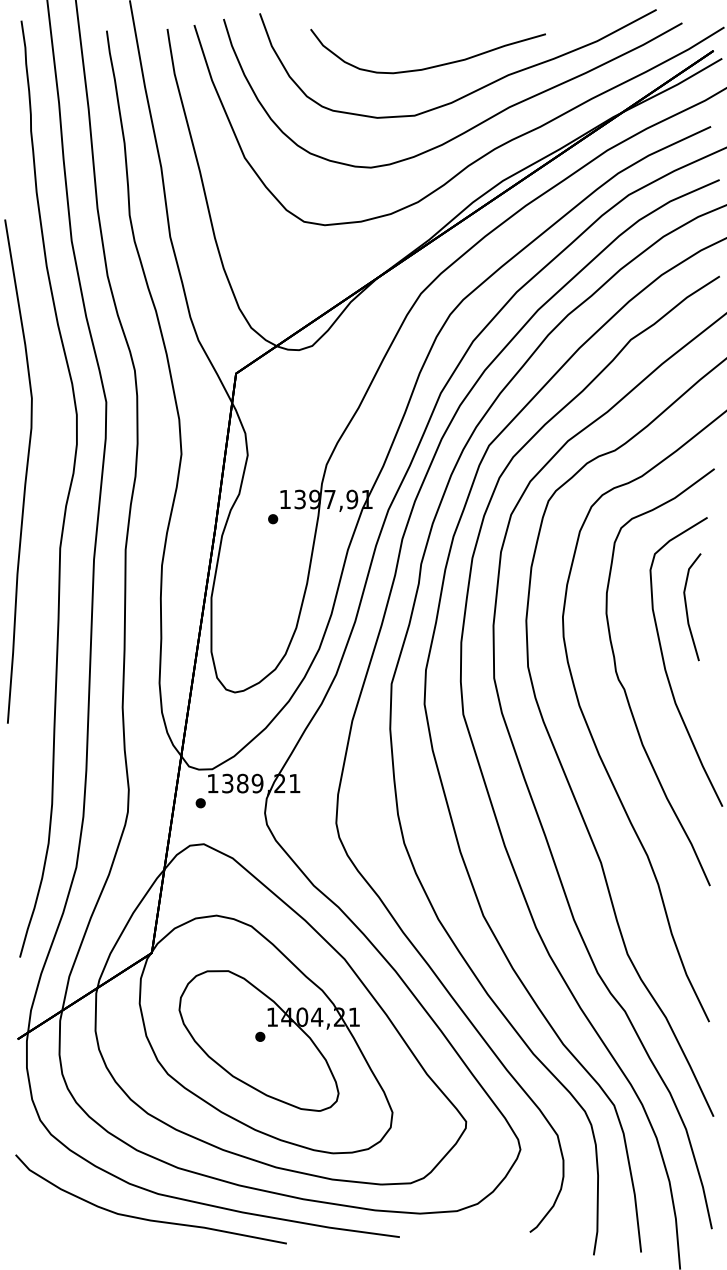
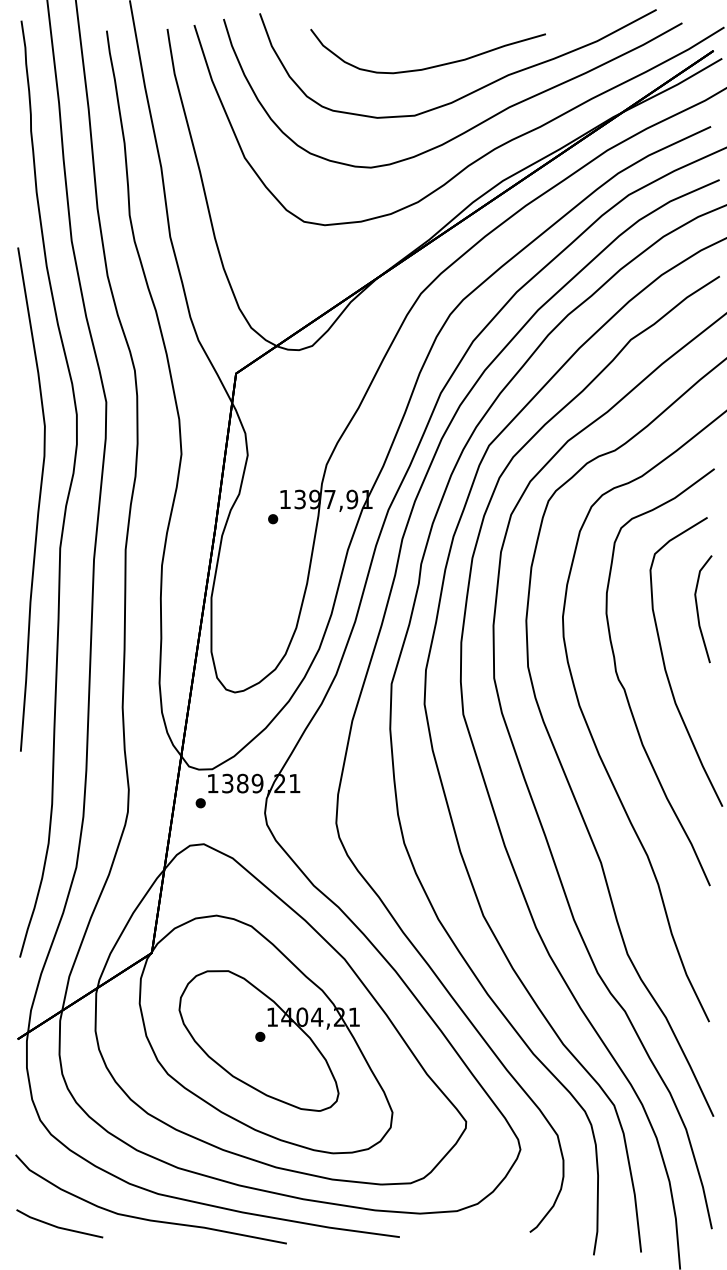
curve at (25, 471) position: (25, 471) -> (38, 499)
line at (687, 607) position: (687, 607) -> (698, 609)
line at (59, 1226): none -> present
